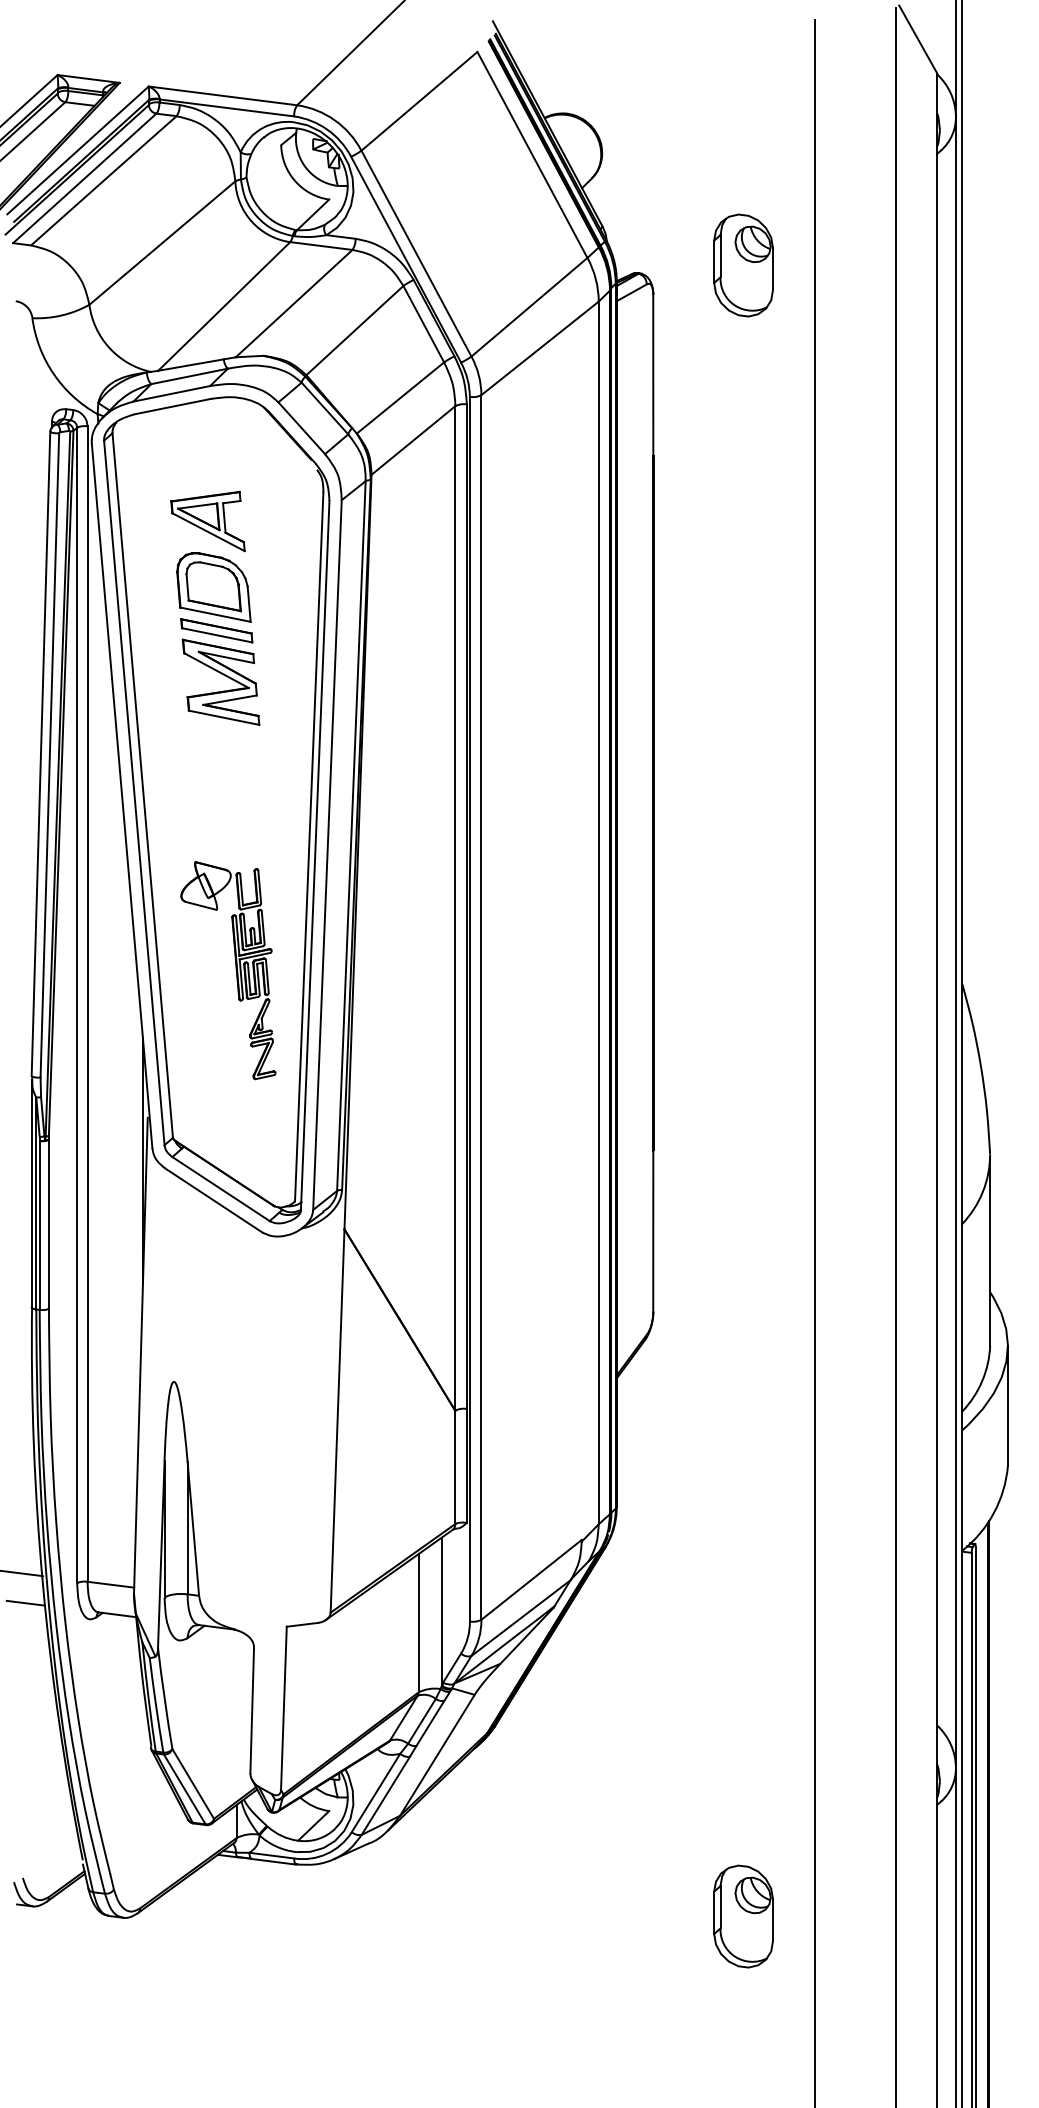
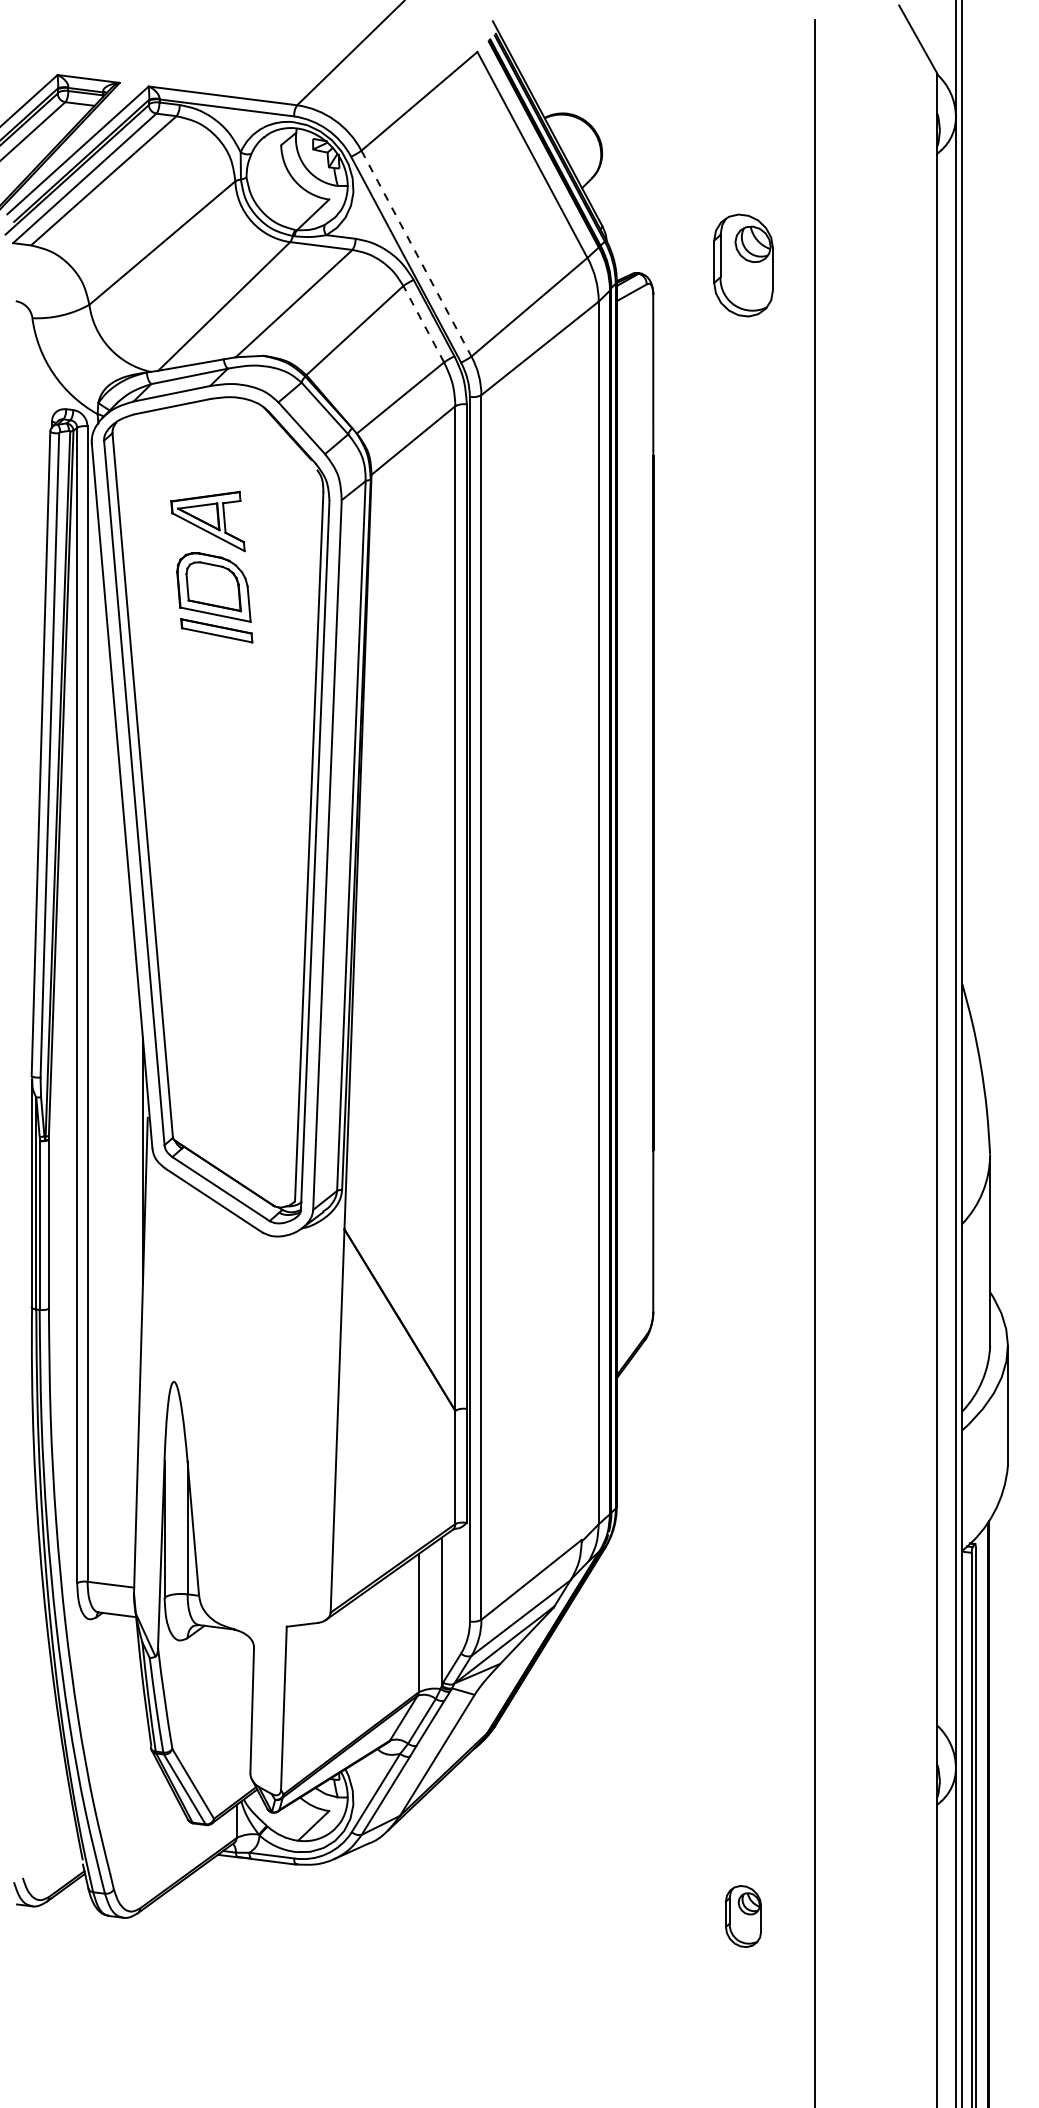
line at (416, 253): solid -> dashed
line at (423, 323): solid -> dashed
part at (223, 675): present -> none
part at (235, 970): present -> none
line at (896, 1056): present -> none
line at (22, 1573): present -> none
line at (25, 1602): present -> none
part at (743, 1916) size: 61x105 px -> 38x63 px
